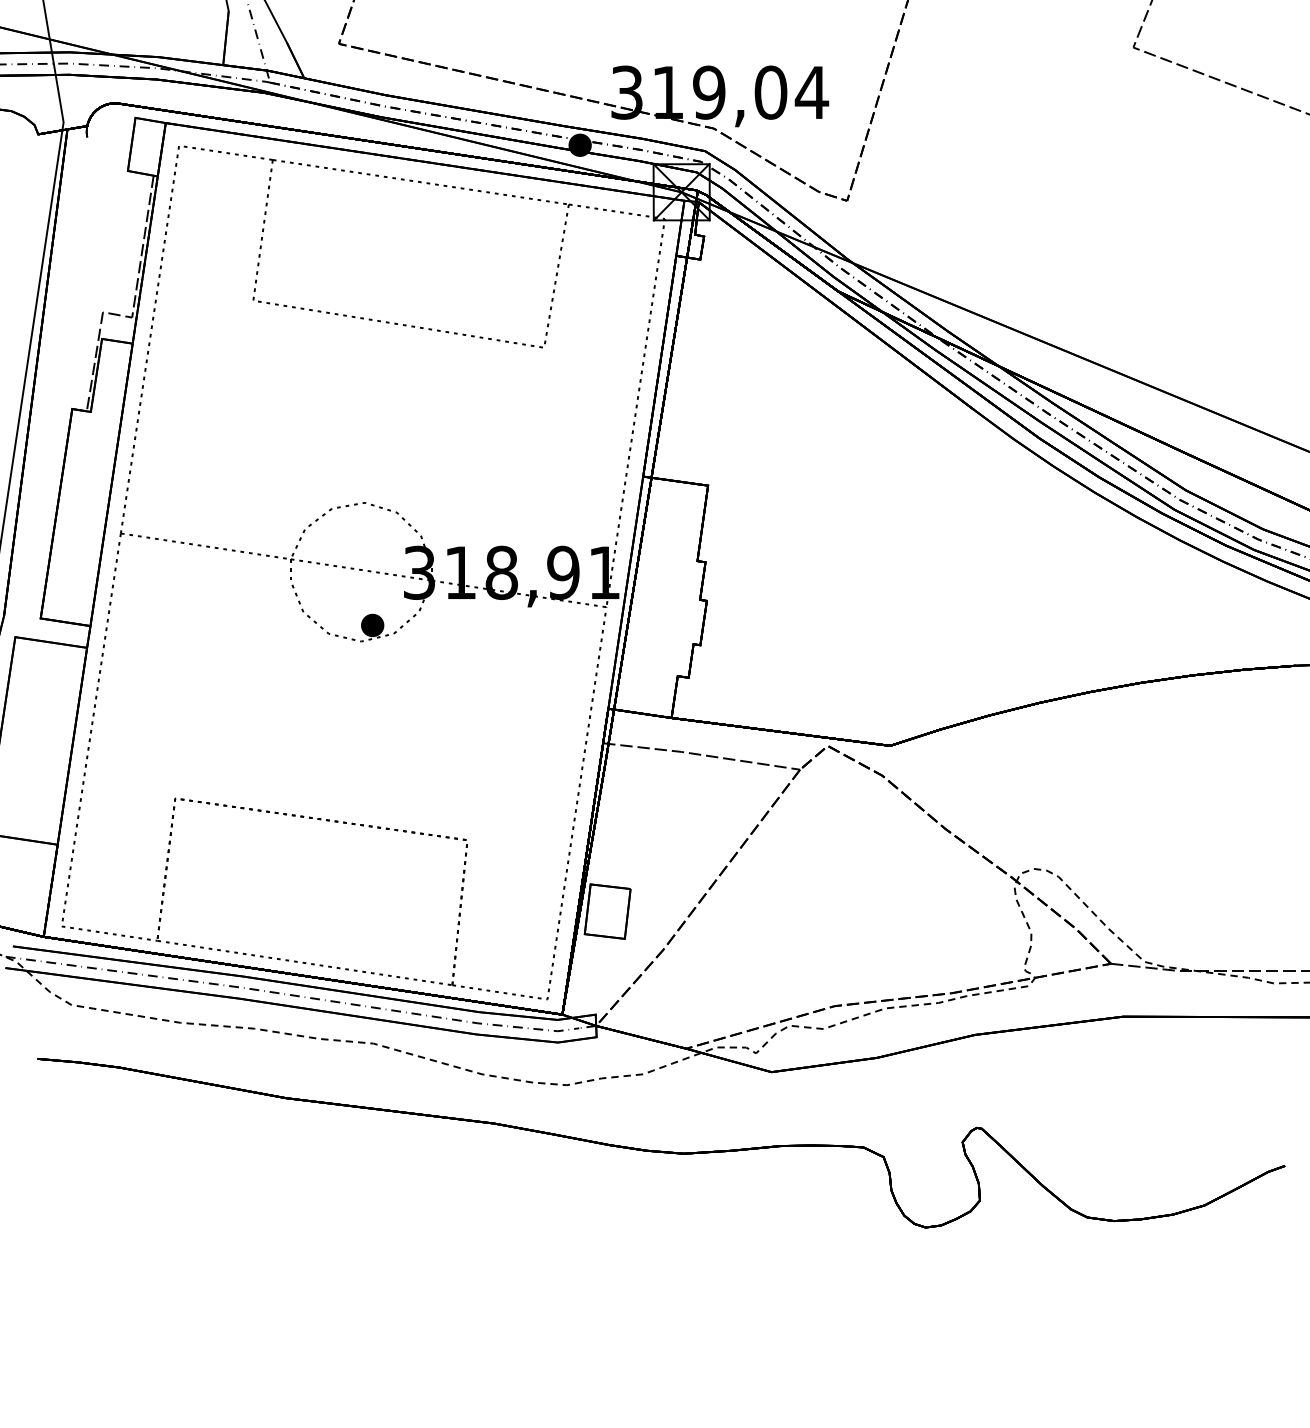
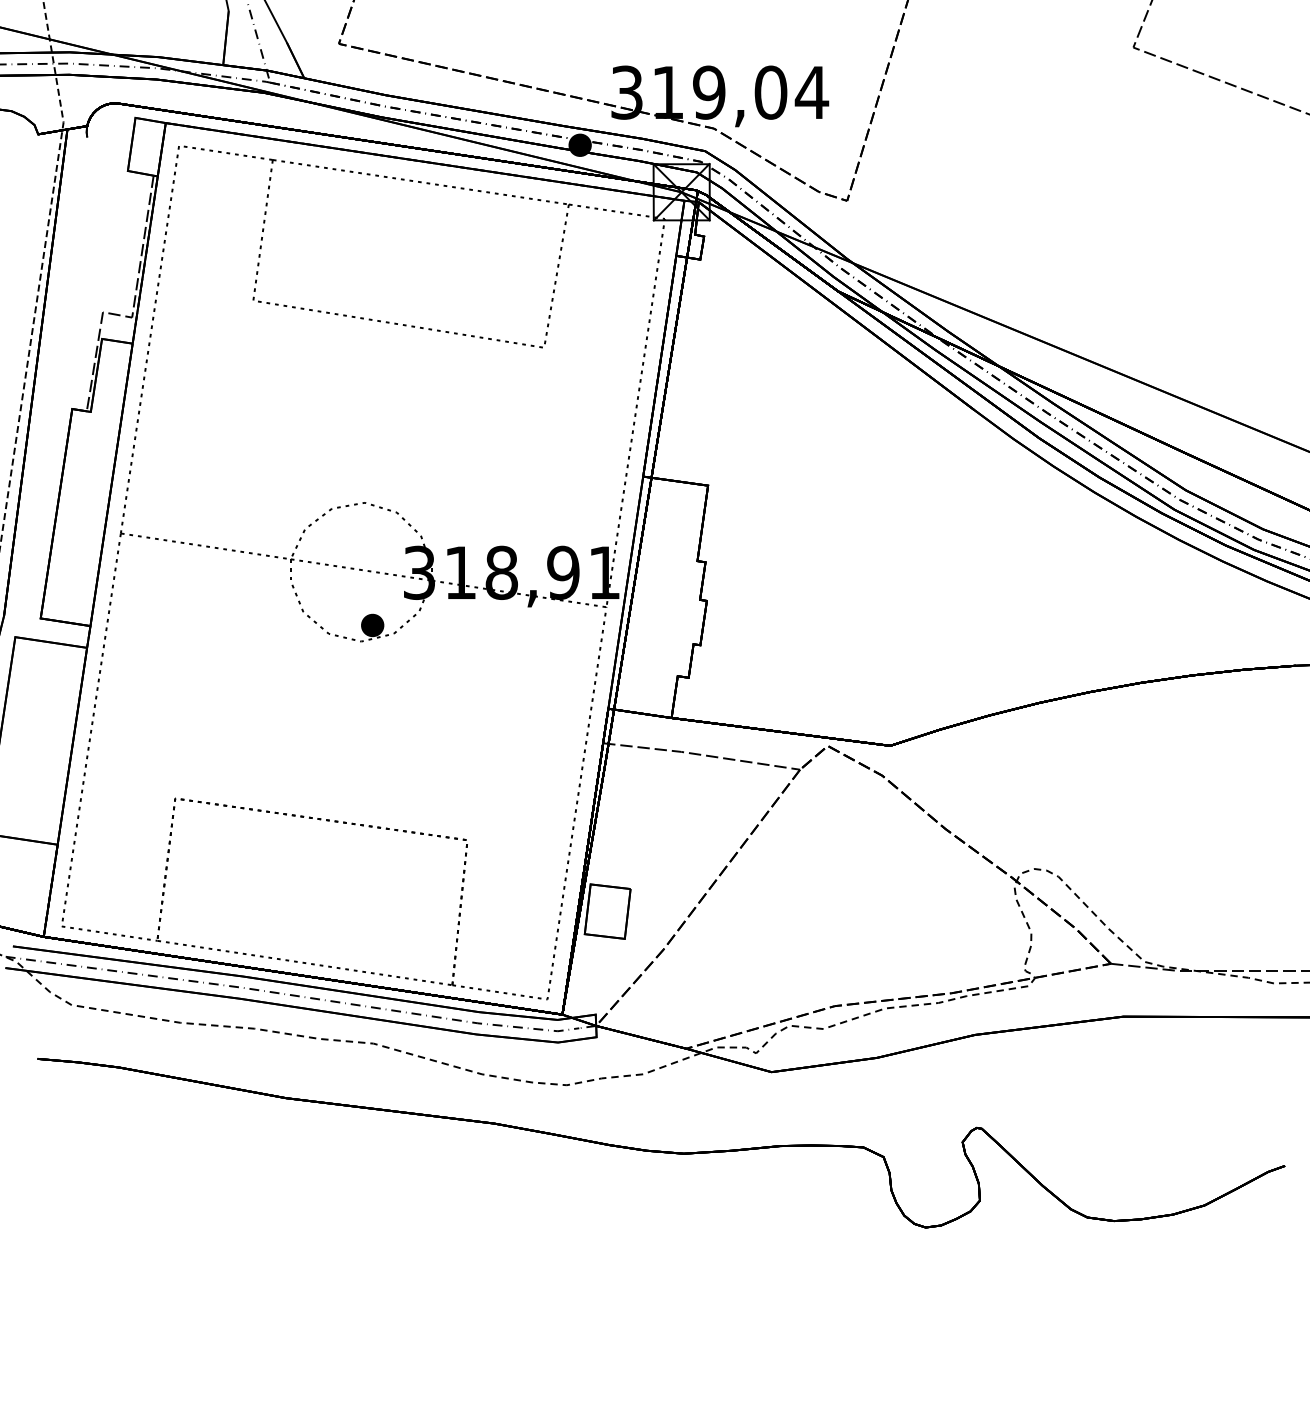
line at (41, 273): solid -> dashed
